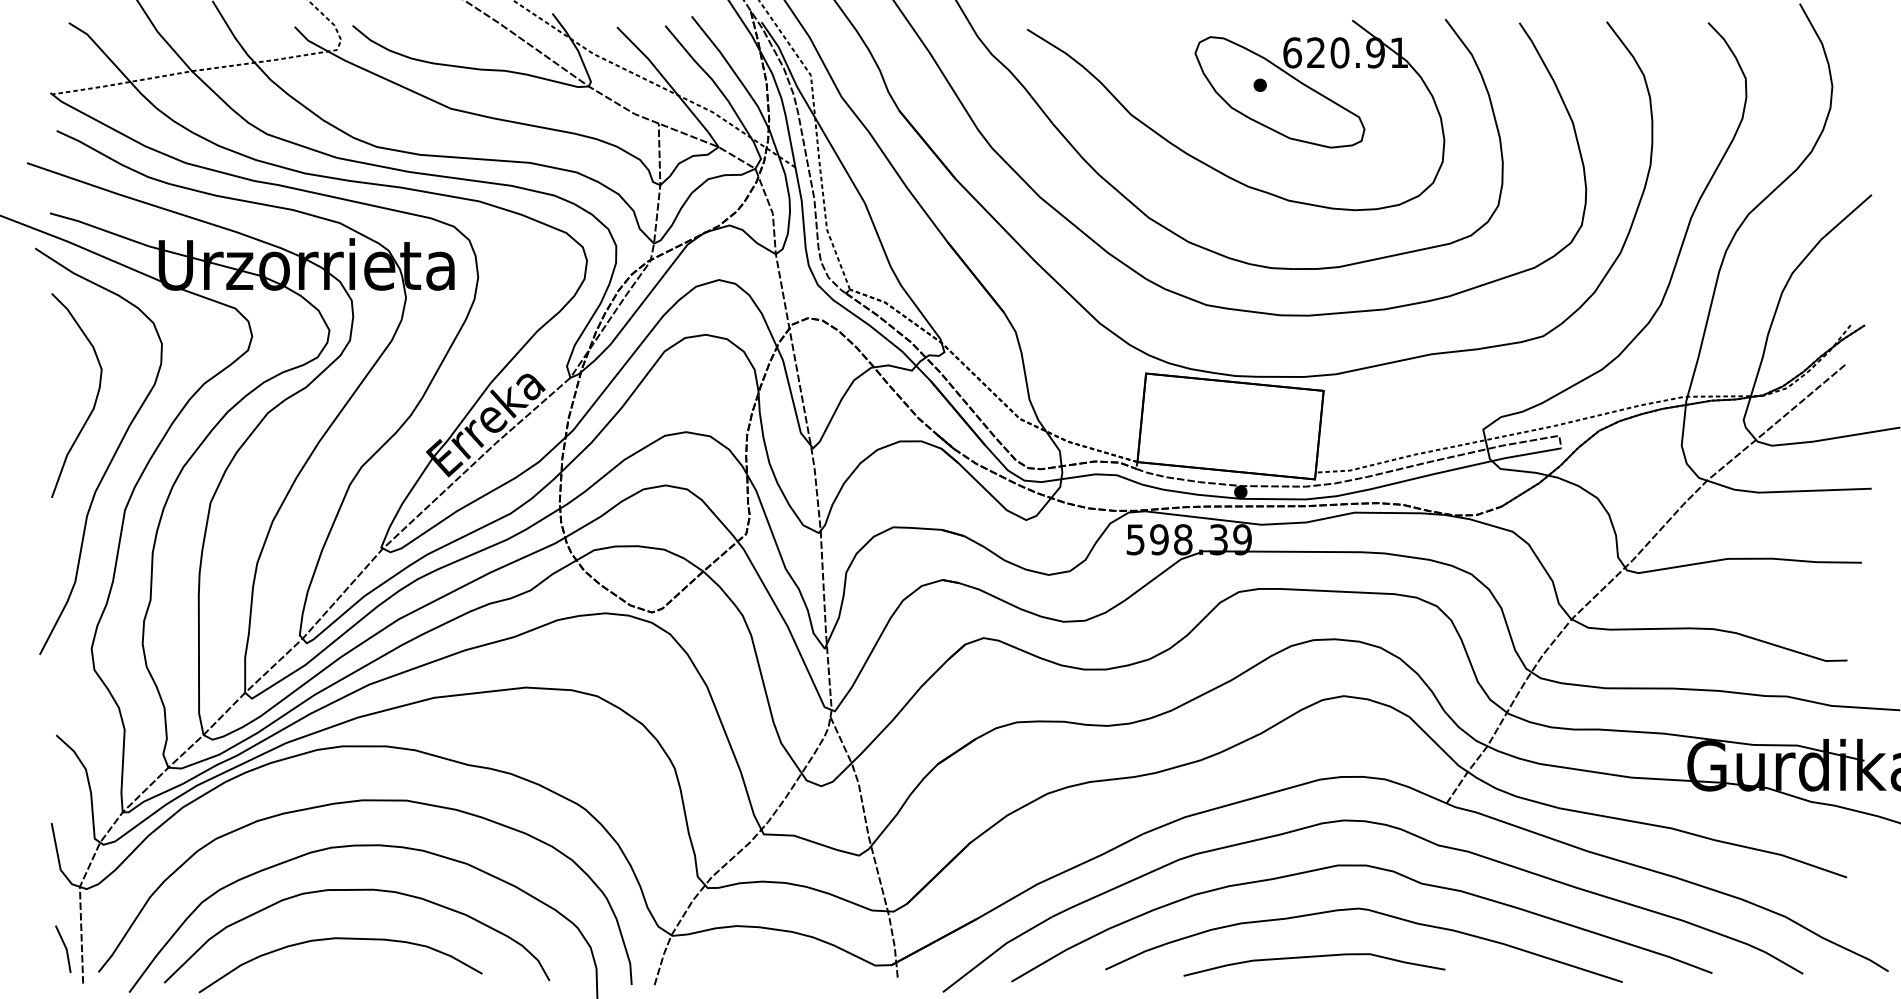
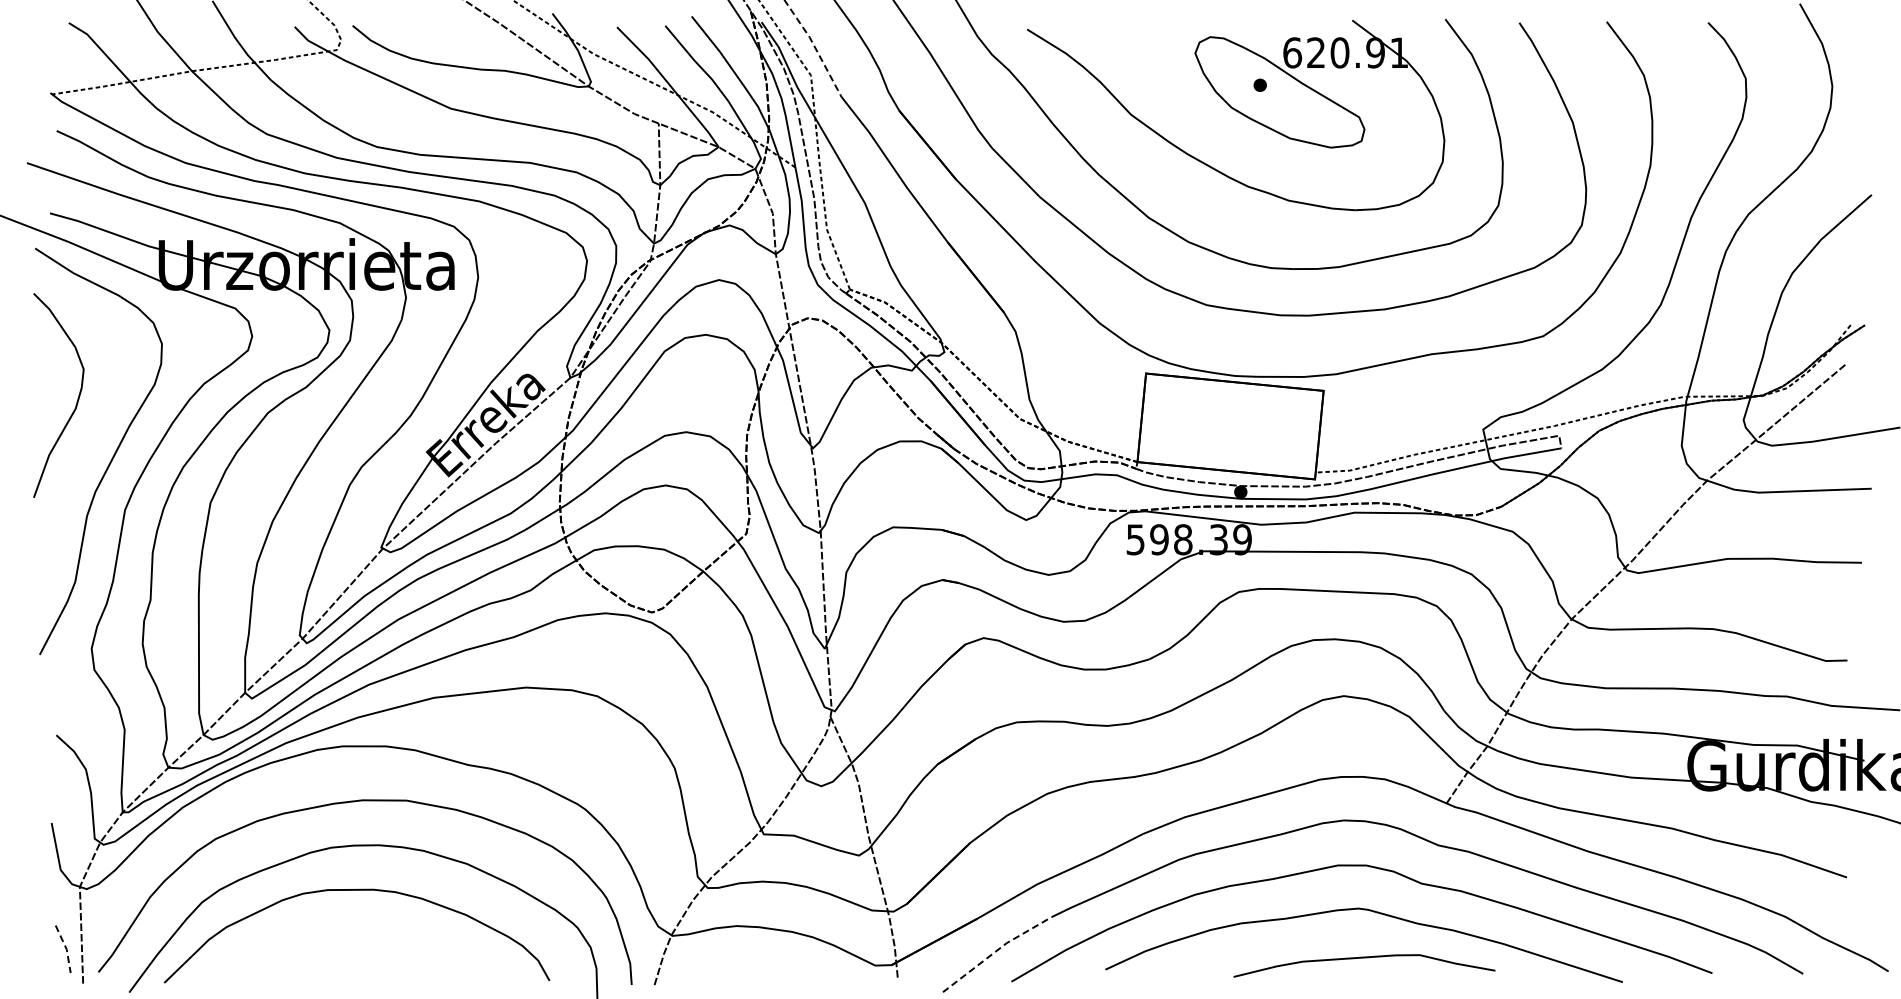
line at (814, 46): solid -> dashed
curve at (94, 401) position: (94, 401) -> (76, 401)
curve at (340, 939): present -> none
line at (66, 948): solid -> dashed
line at (996, 951): solid -> dashed
curve at (1314, 957) position: (1314, 957) -> (1364, 958)
